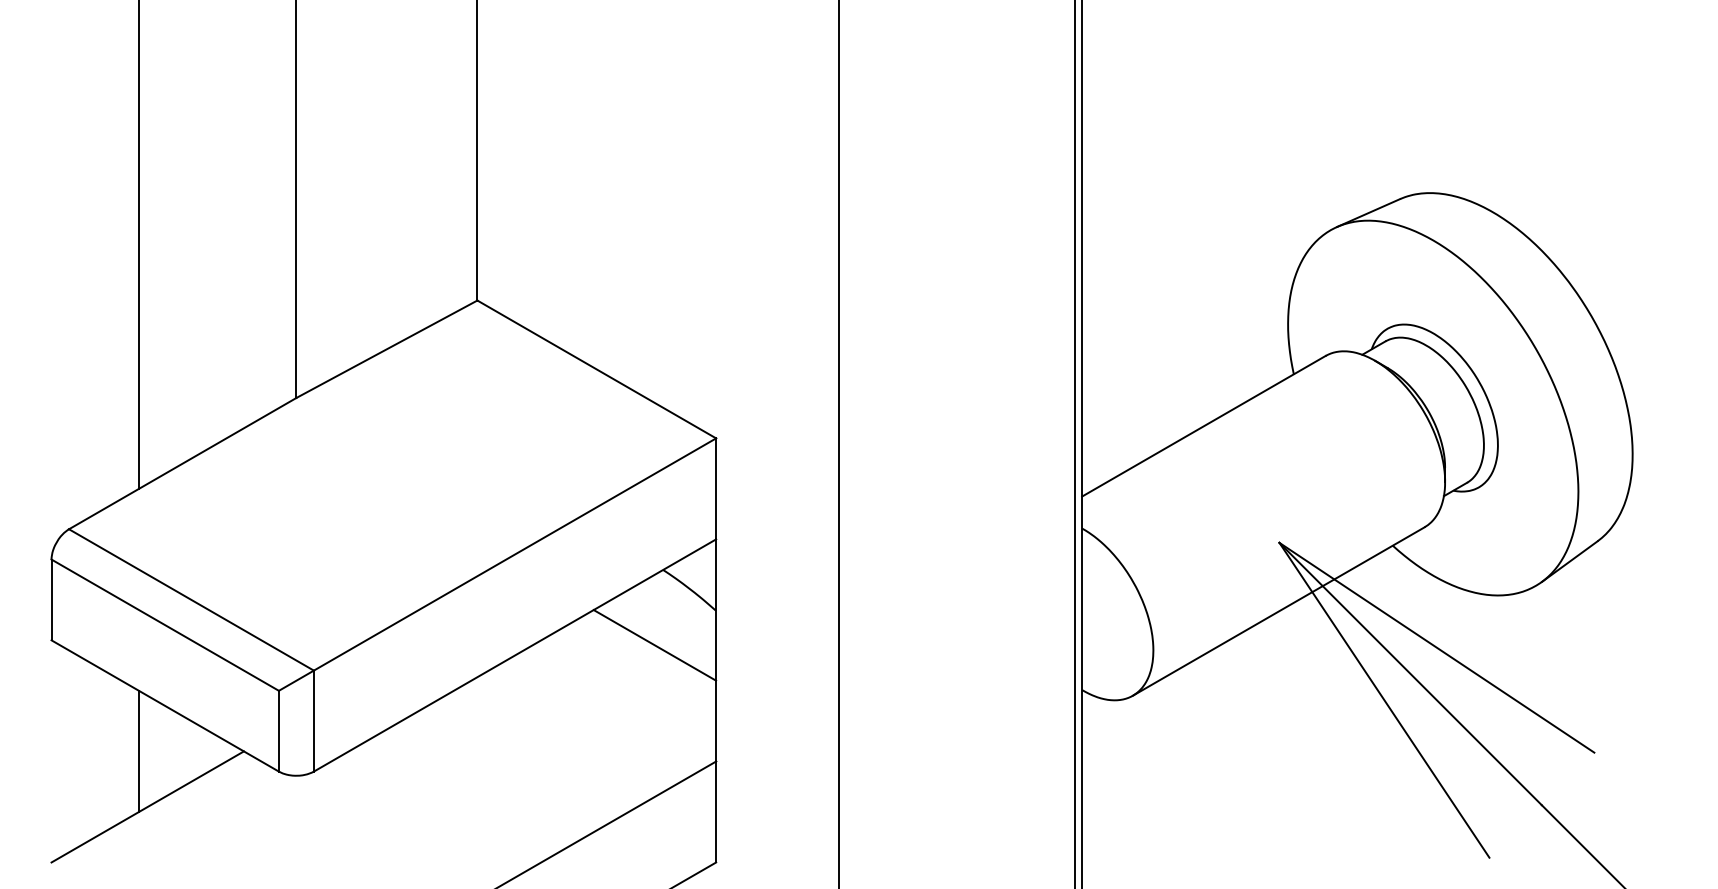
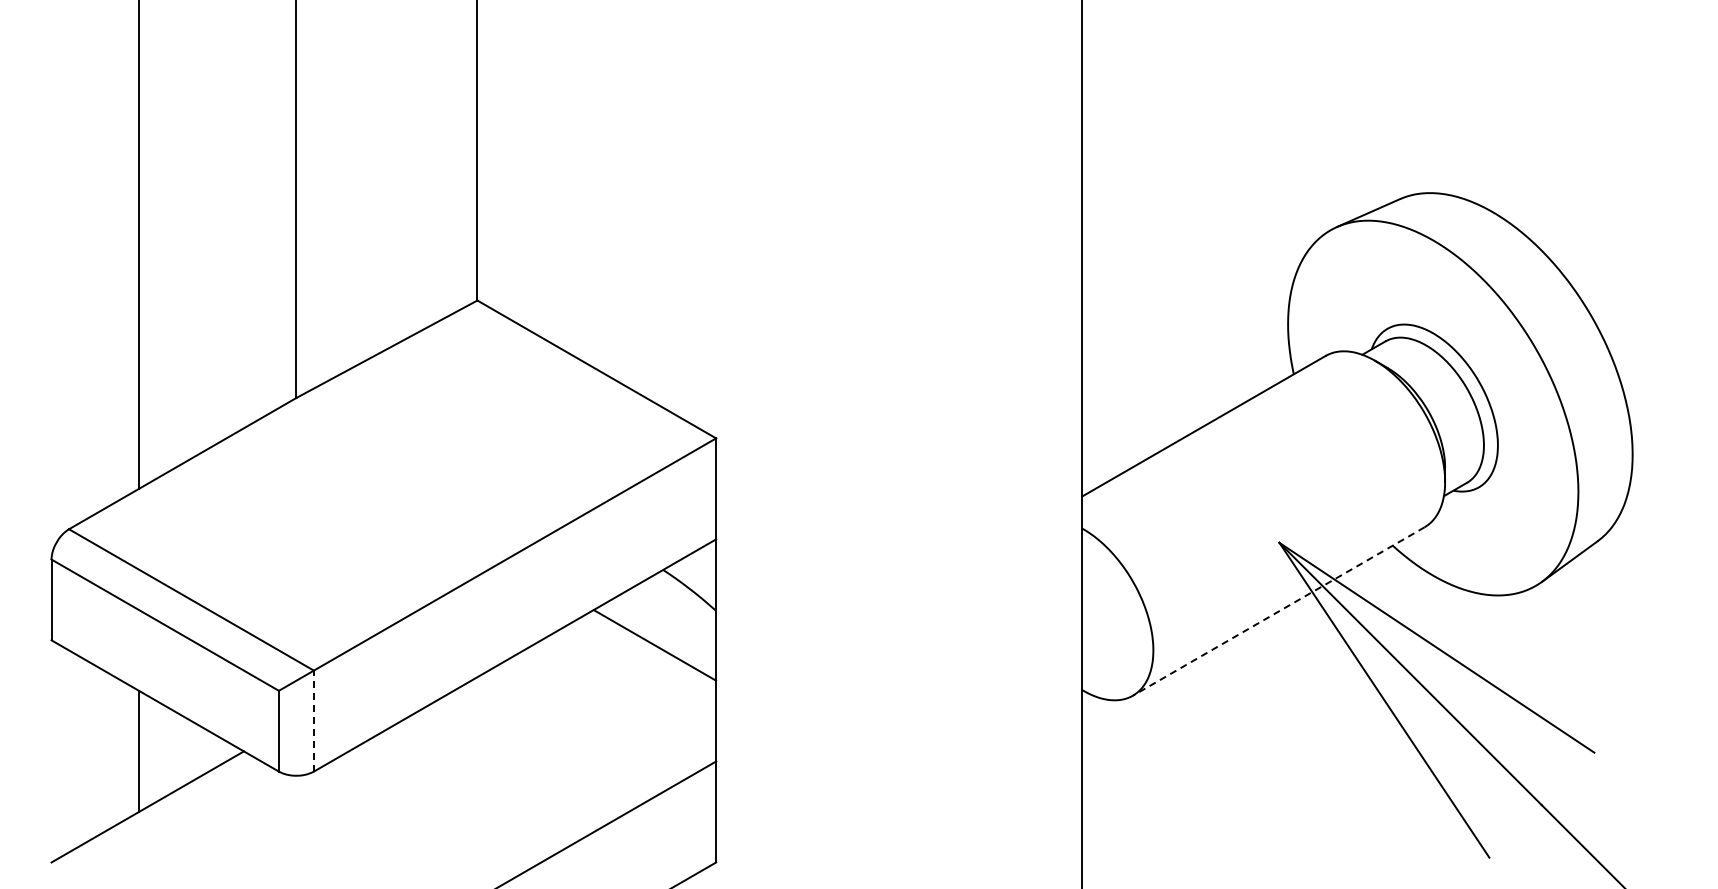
line at (838, 443): present -> none
line at (1075, 443): present -> none
line at (1278, 611): solid -> dashed
line at (313, 720): solid -> dashed
